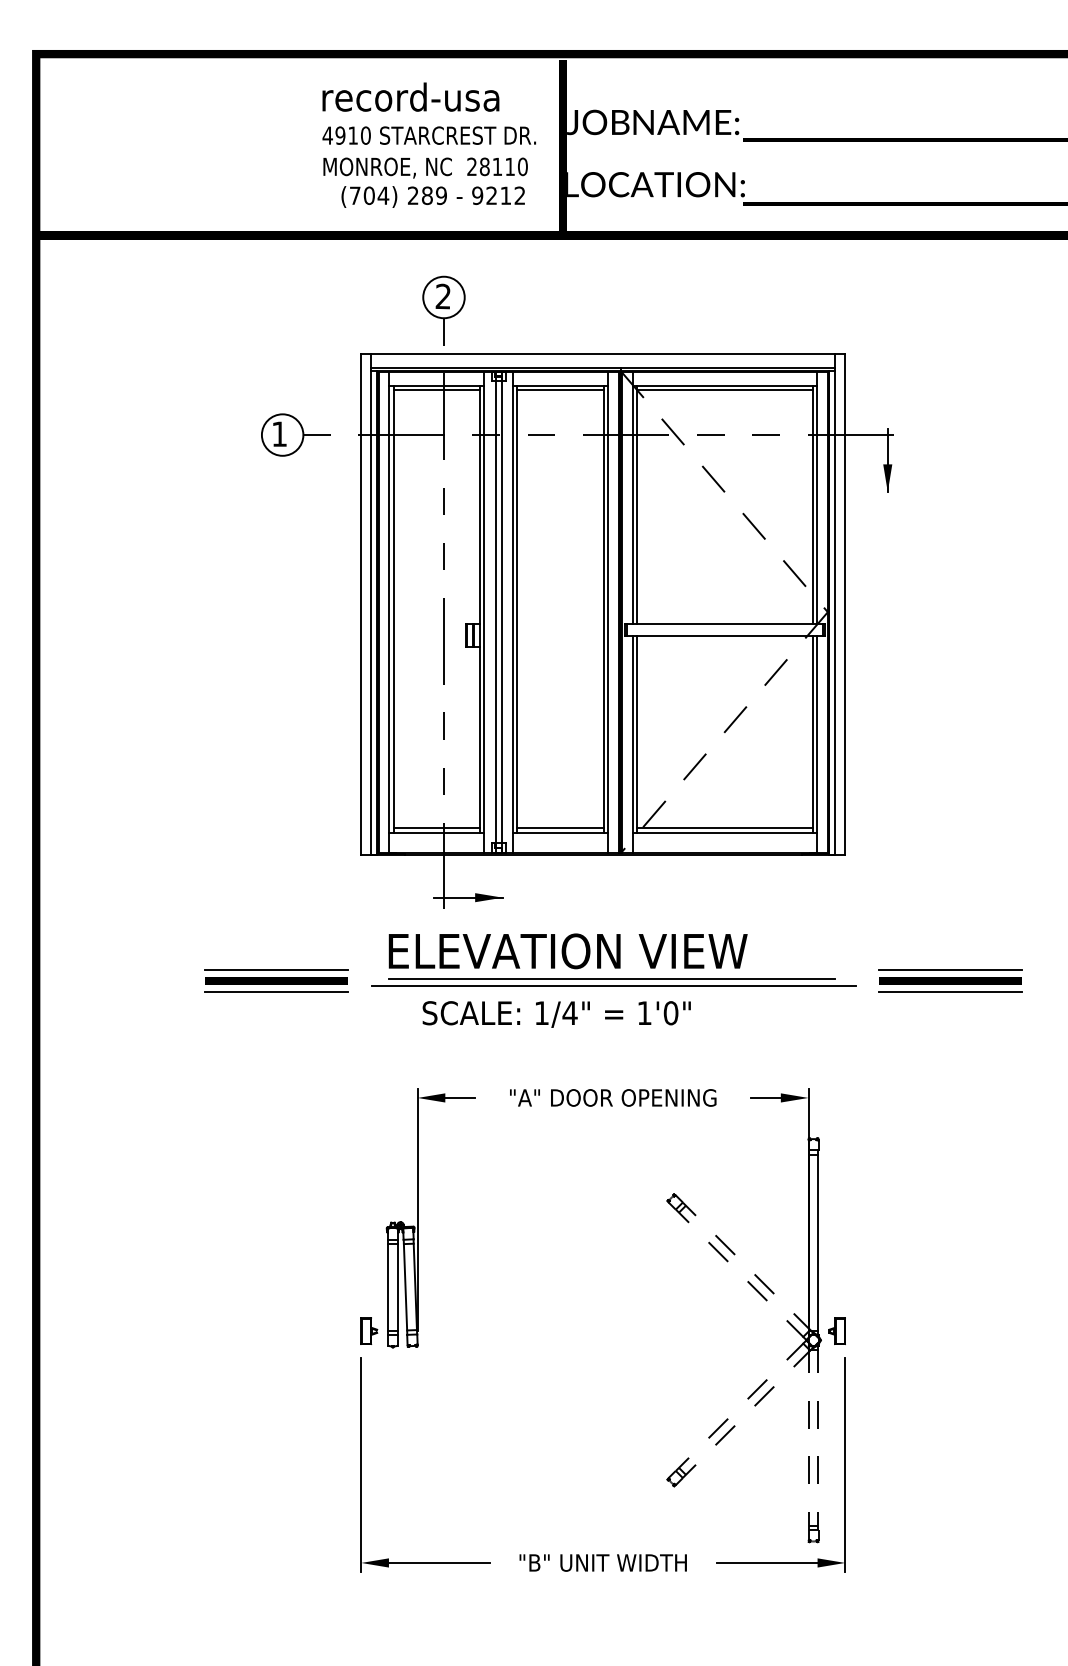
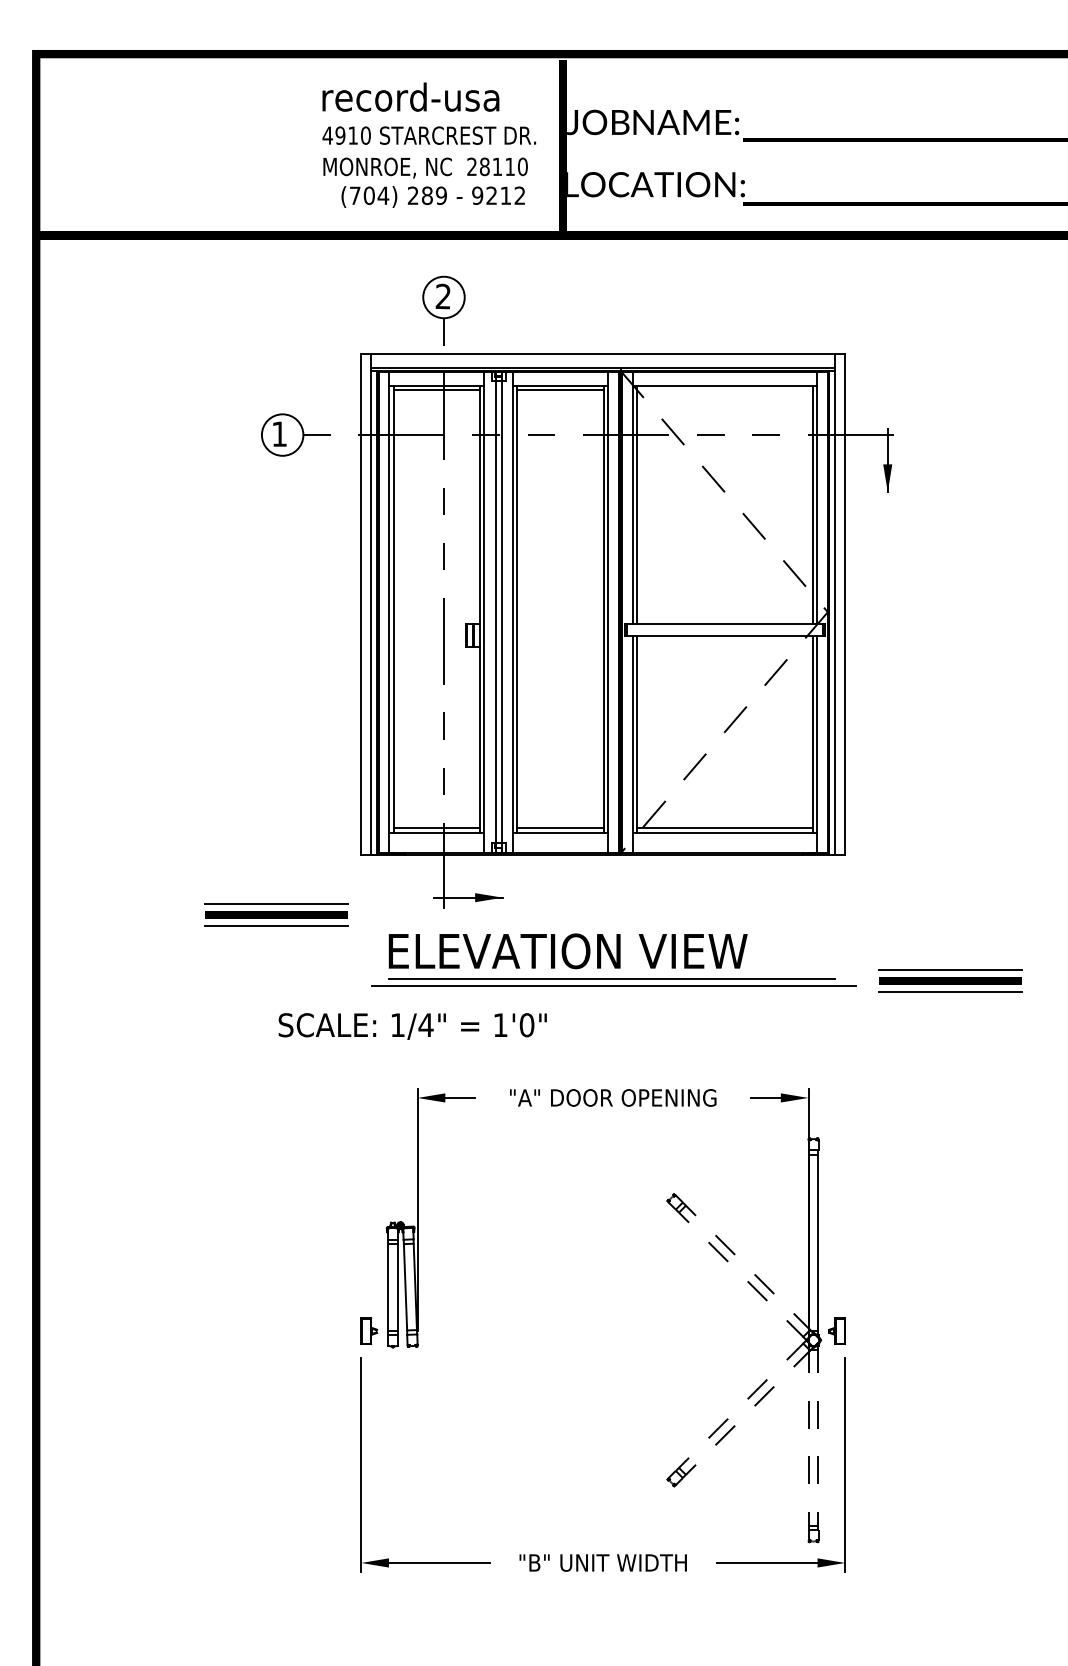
line at (724, 390): present -> none
part at (276, 980) position: (276, 980) -> (276, 914)
text at (556, 1014) position: (556, 1014) -> (412, 1026)
